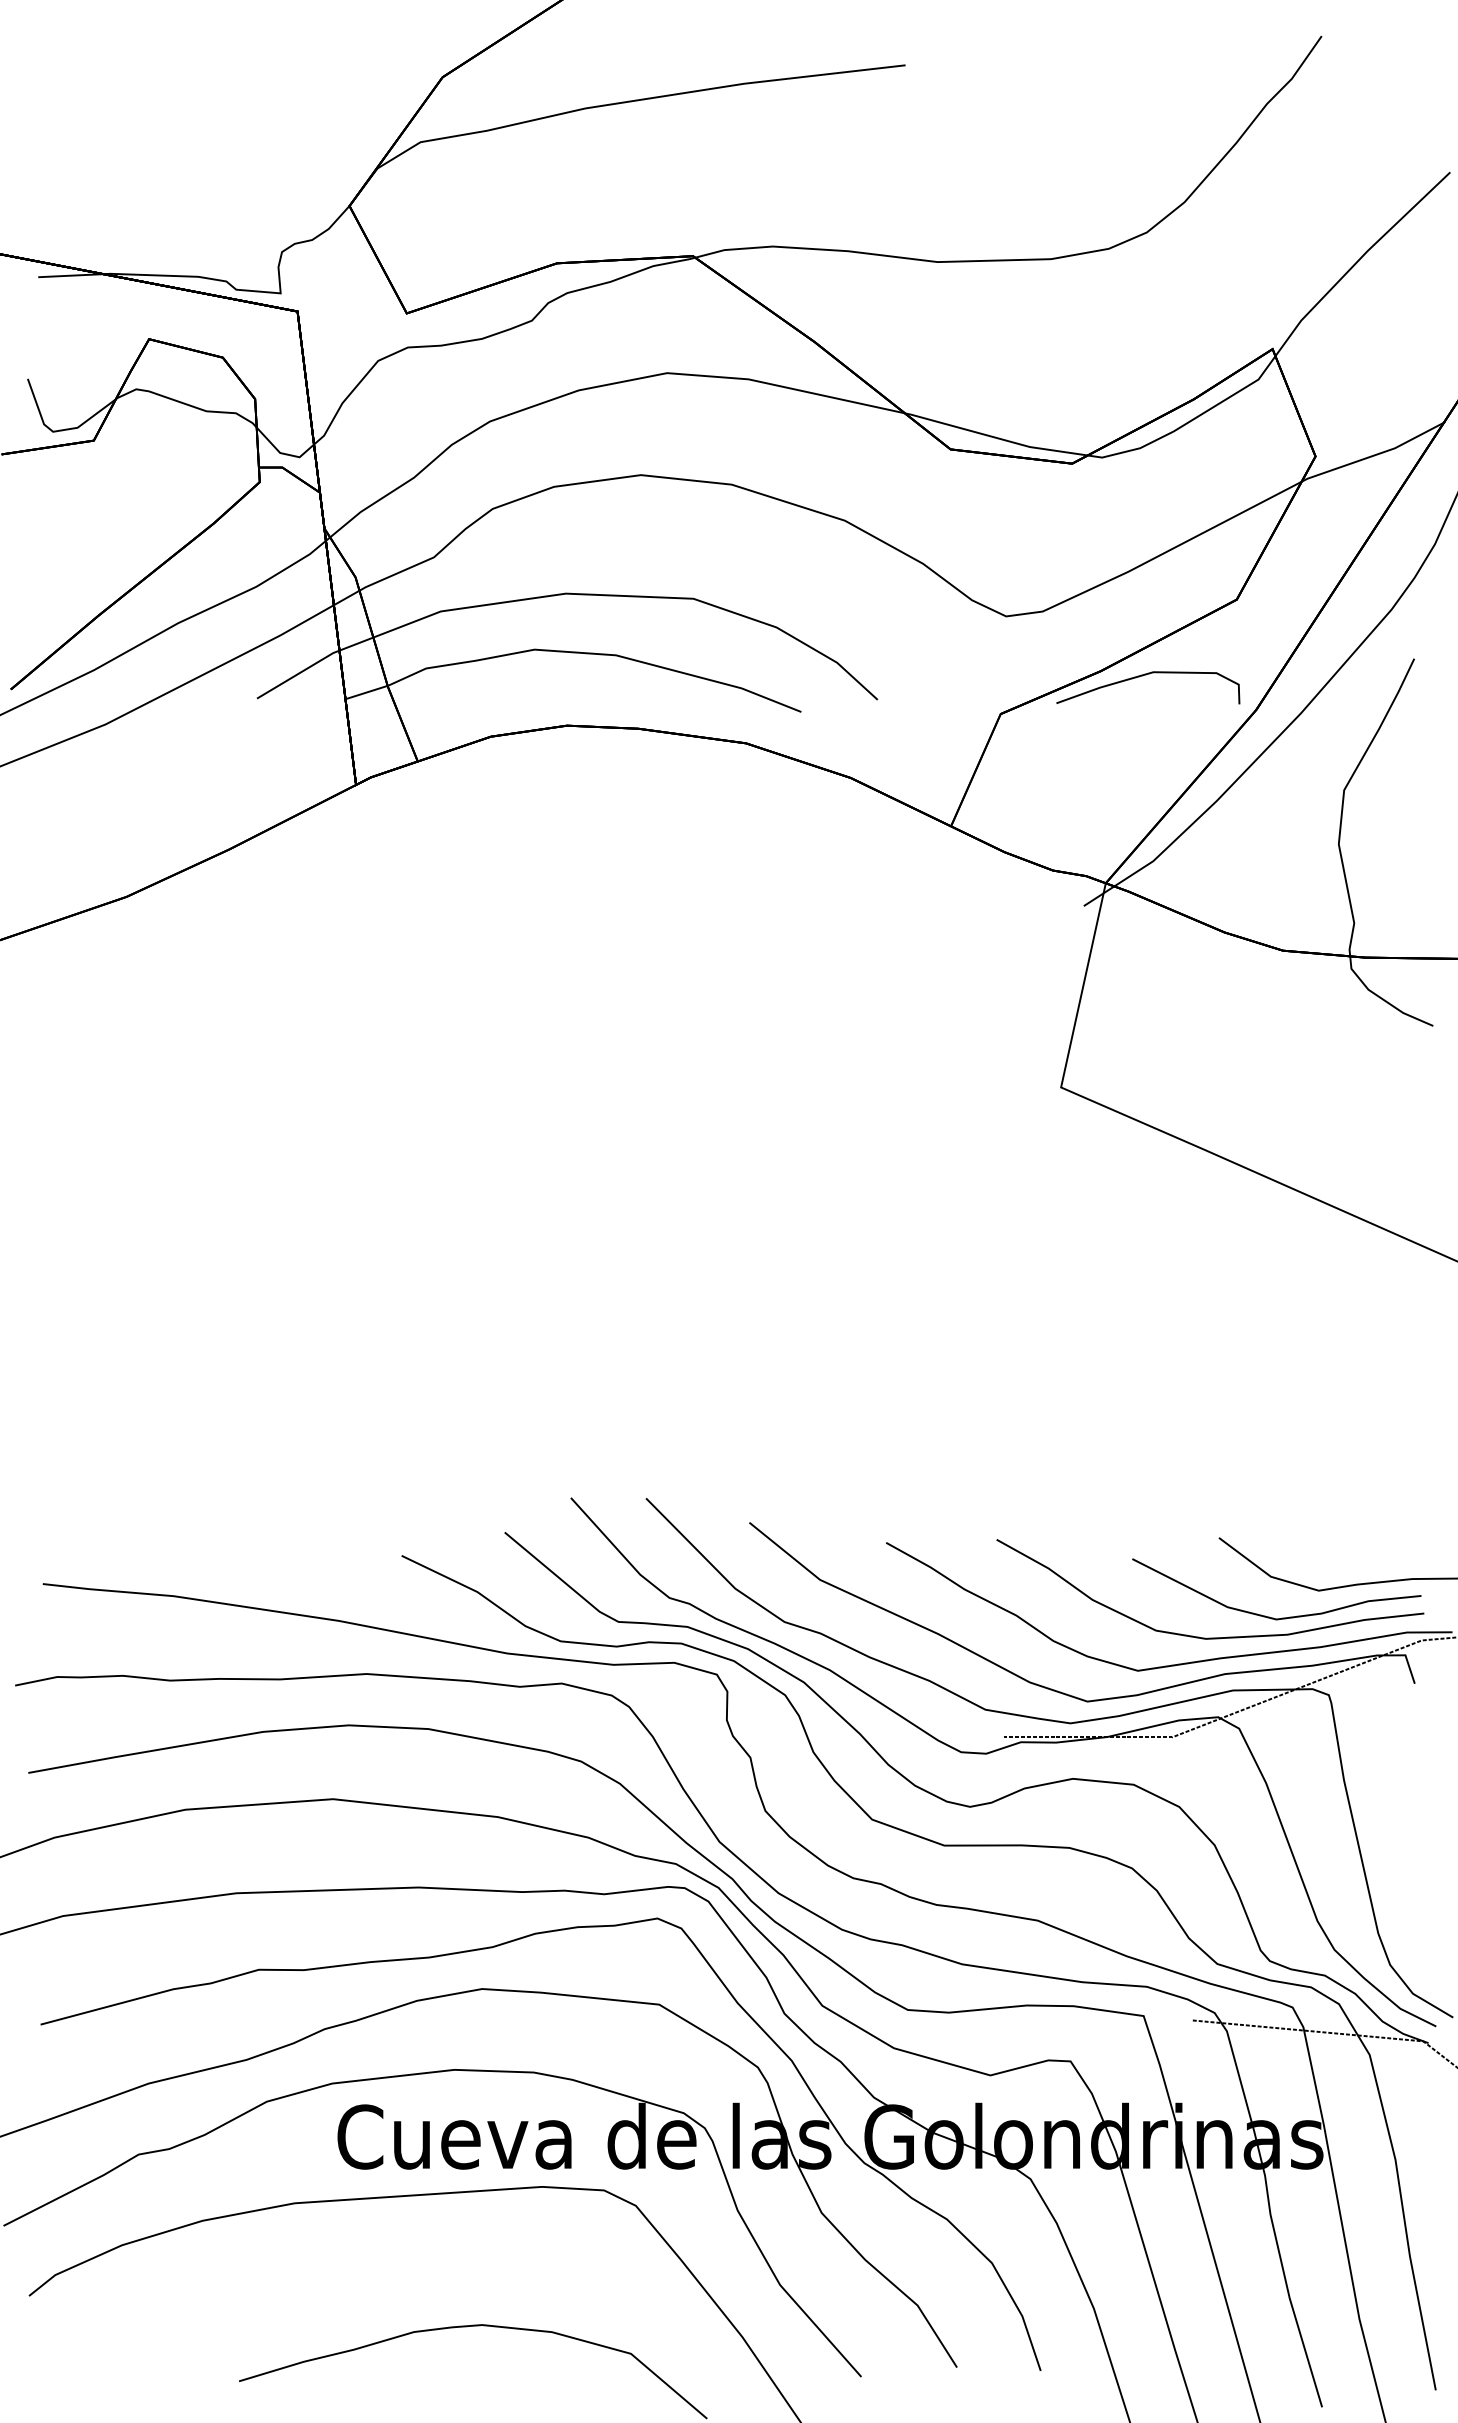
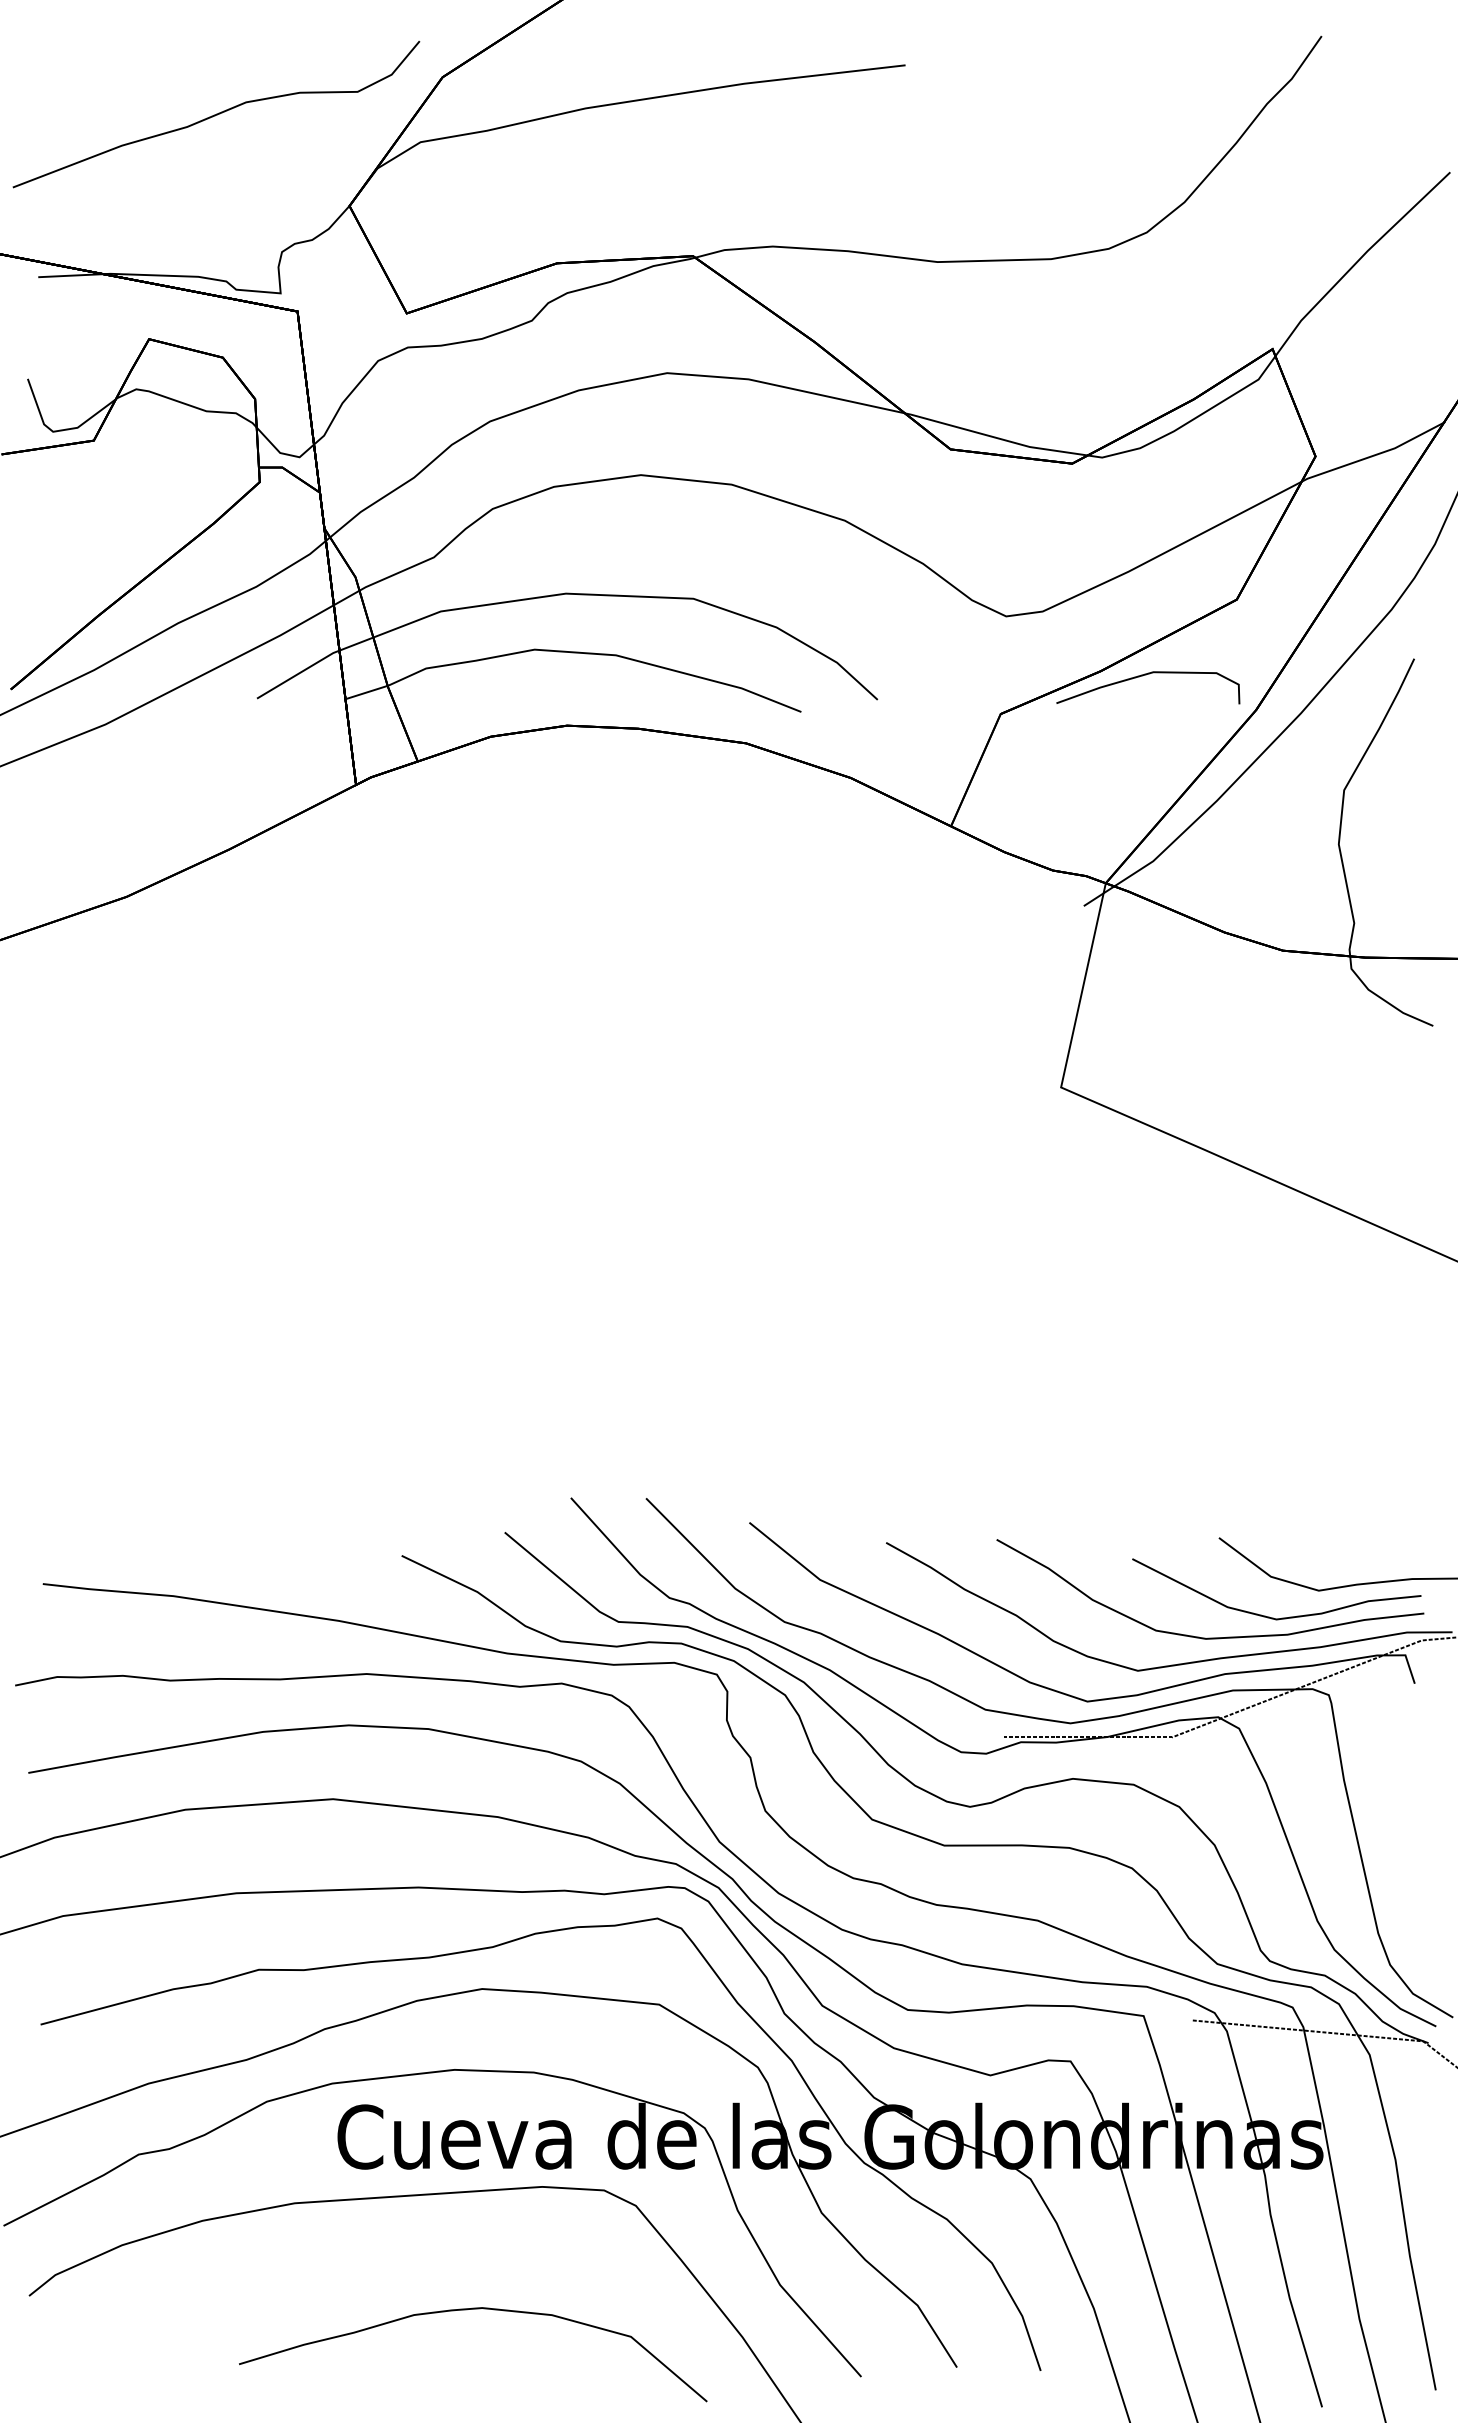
part at (216, 114): none -> present
curve at (467, 2327) position: (467, 2327) -> (467, 2310)
